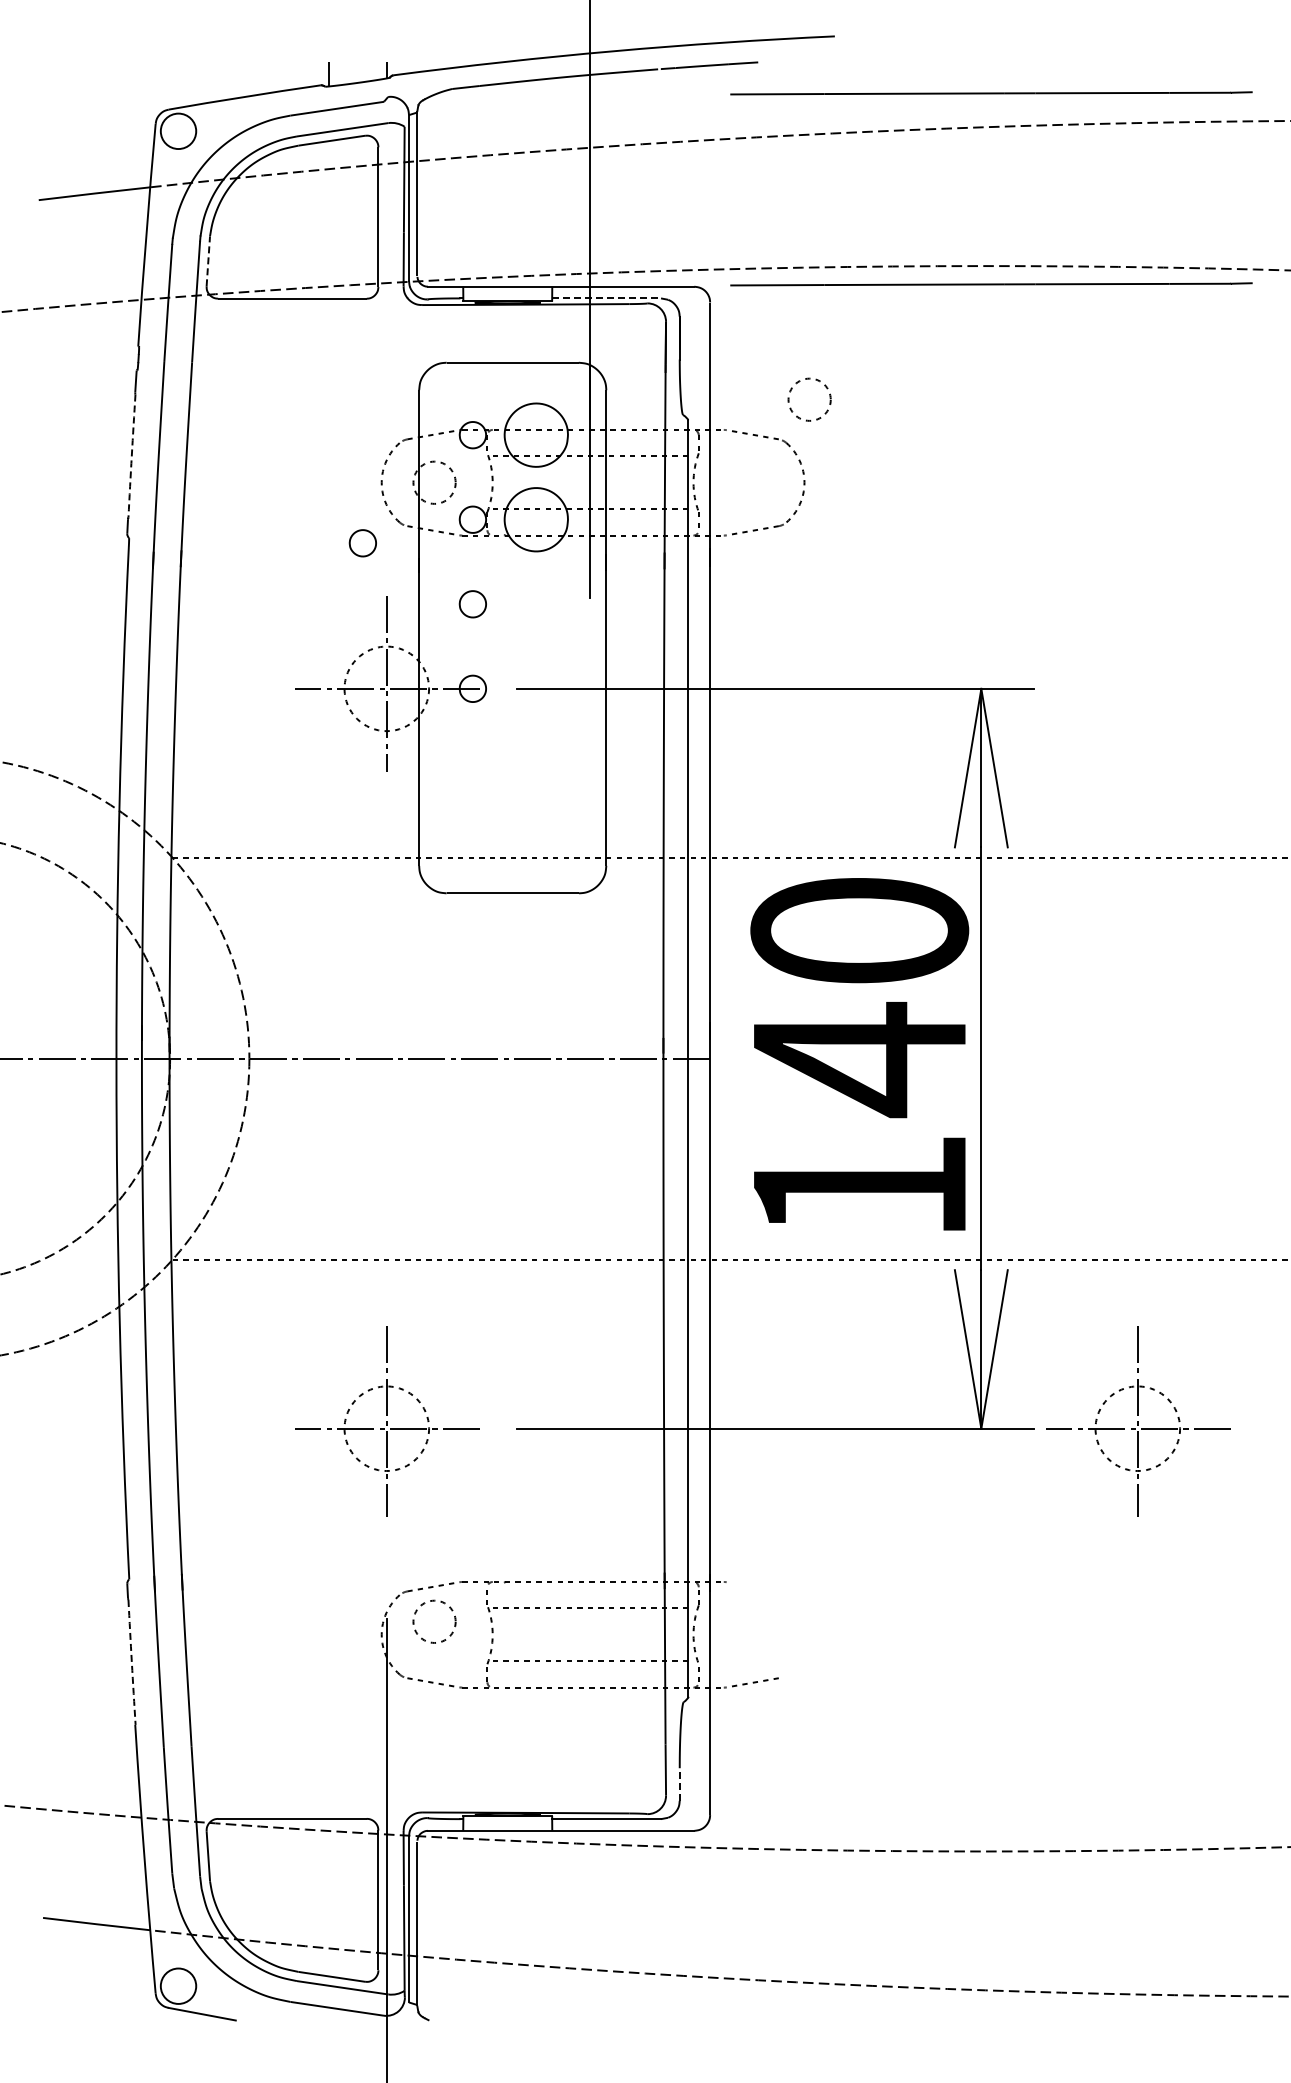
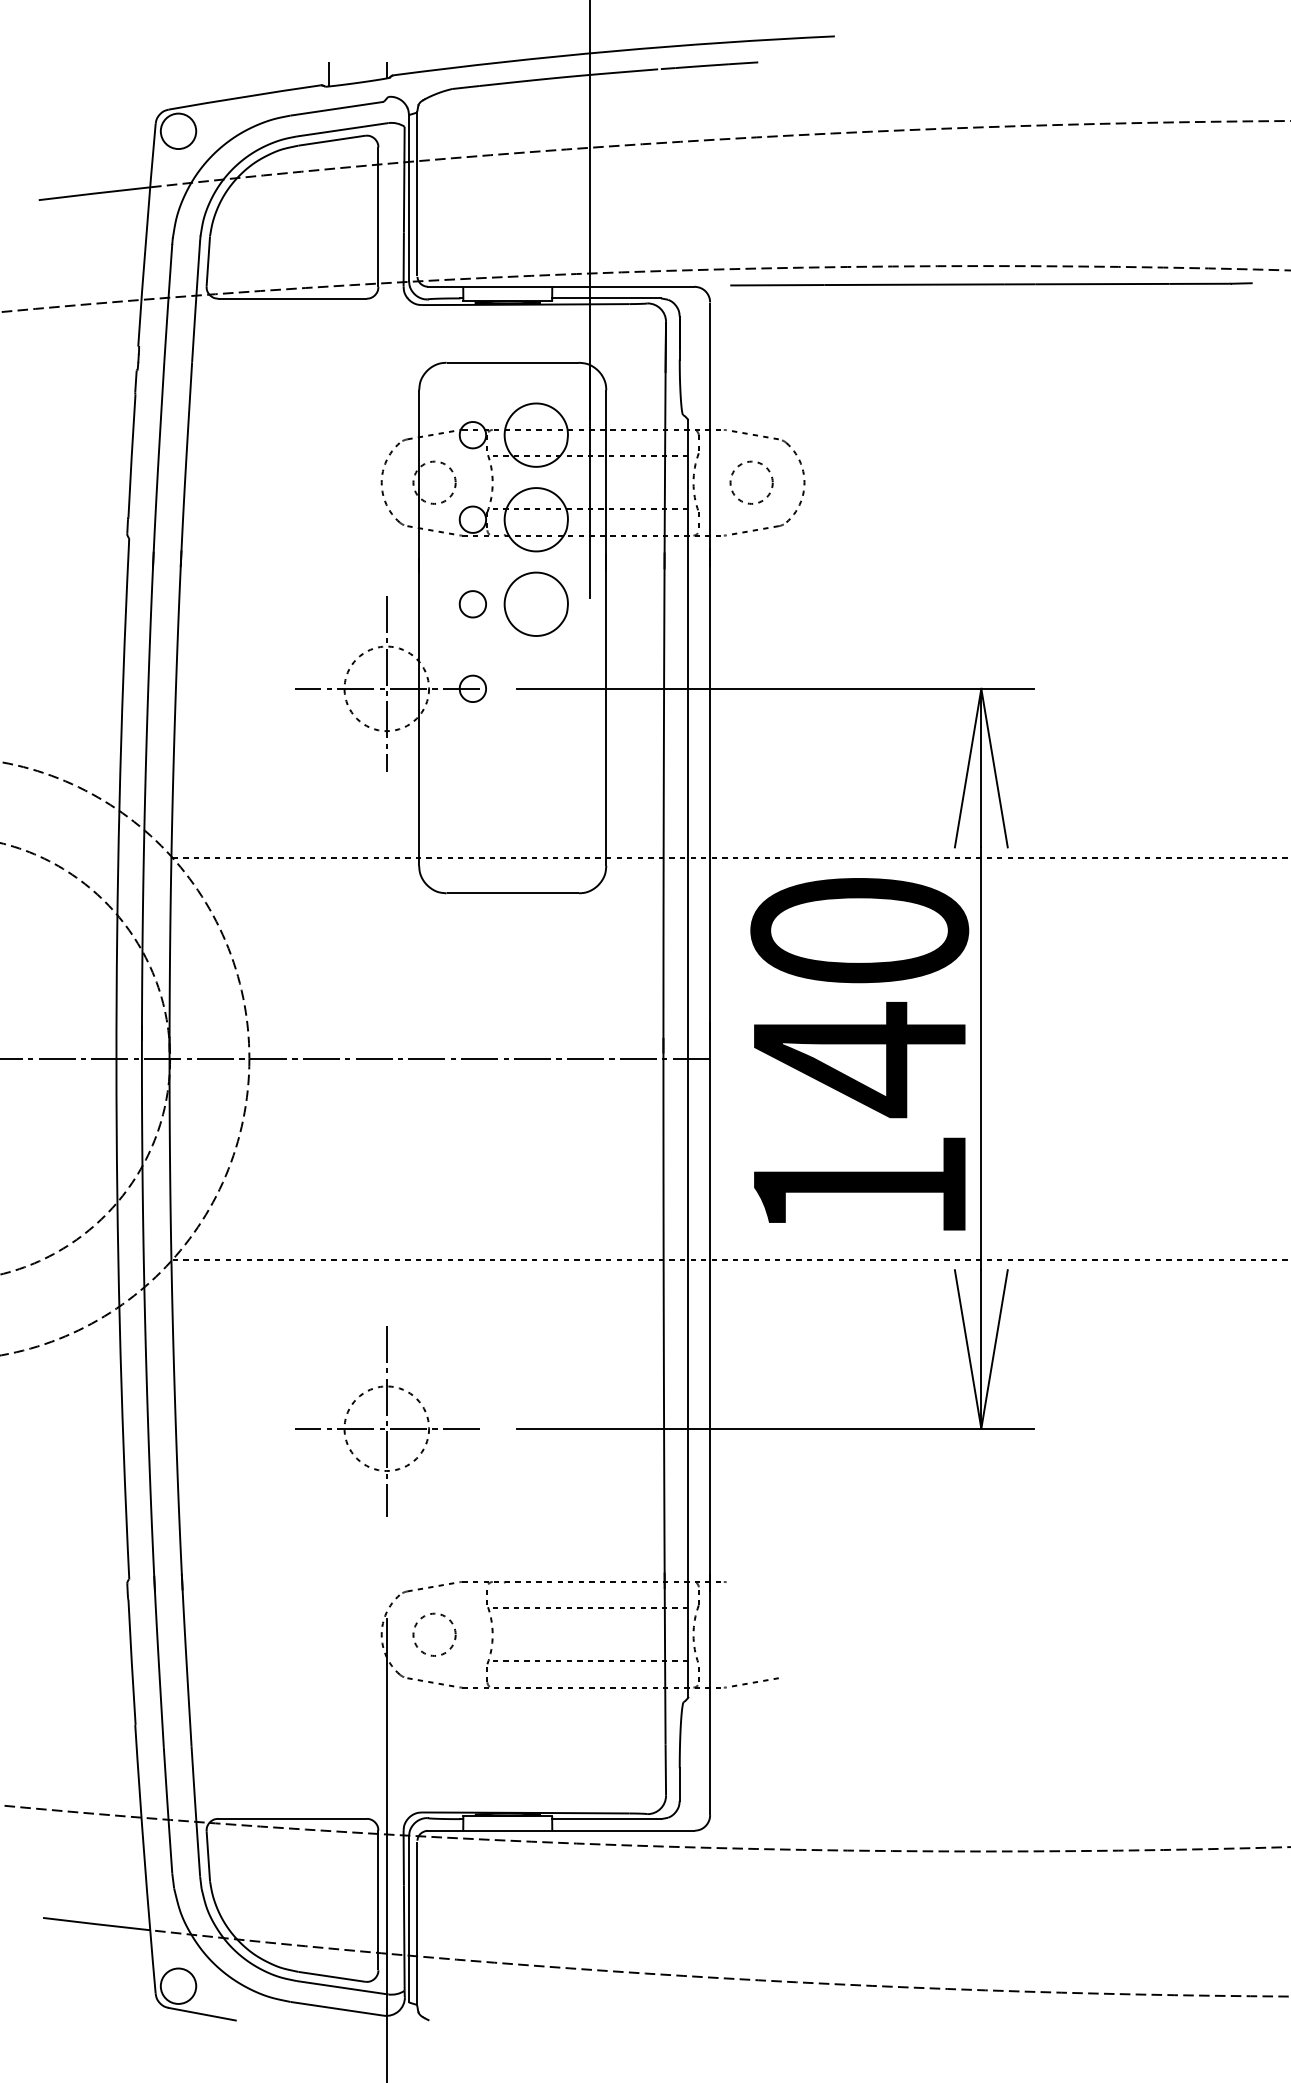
line at (991, 93): present -> none
line at (208, 261): dashed -> solid
line at (607, 298): dashed -> solid
circle at (809, 399) position: (809, 399) -> (751, 482)
arc at (131, 456): dashed -> solid
part at (362, 543): present -> none
part at (535, 603): none -> present
part at (1138, 1421): present -> none
circle at (434, 1621) position: (434, 1621) -> (434, 1634)
arc at (131, 1662): dashed -> solid
line at (679, 1784): dashed -> solid
